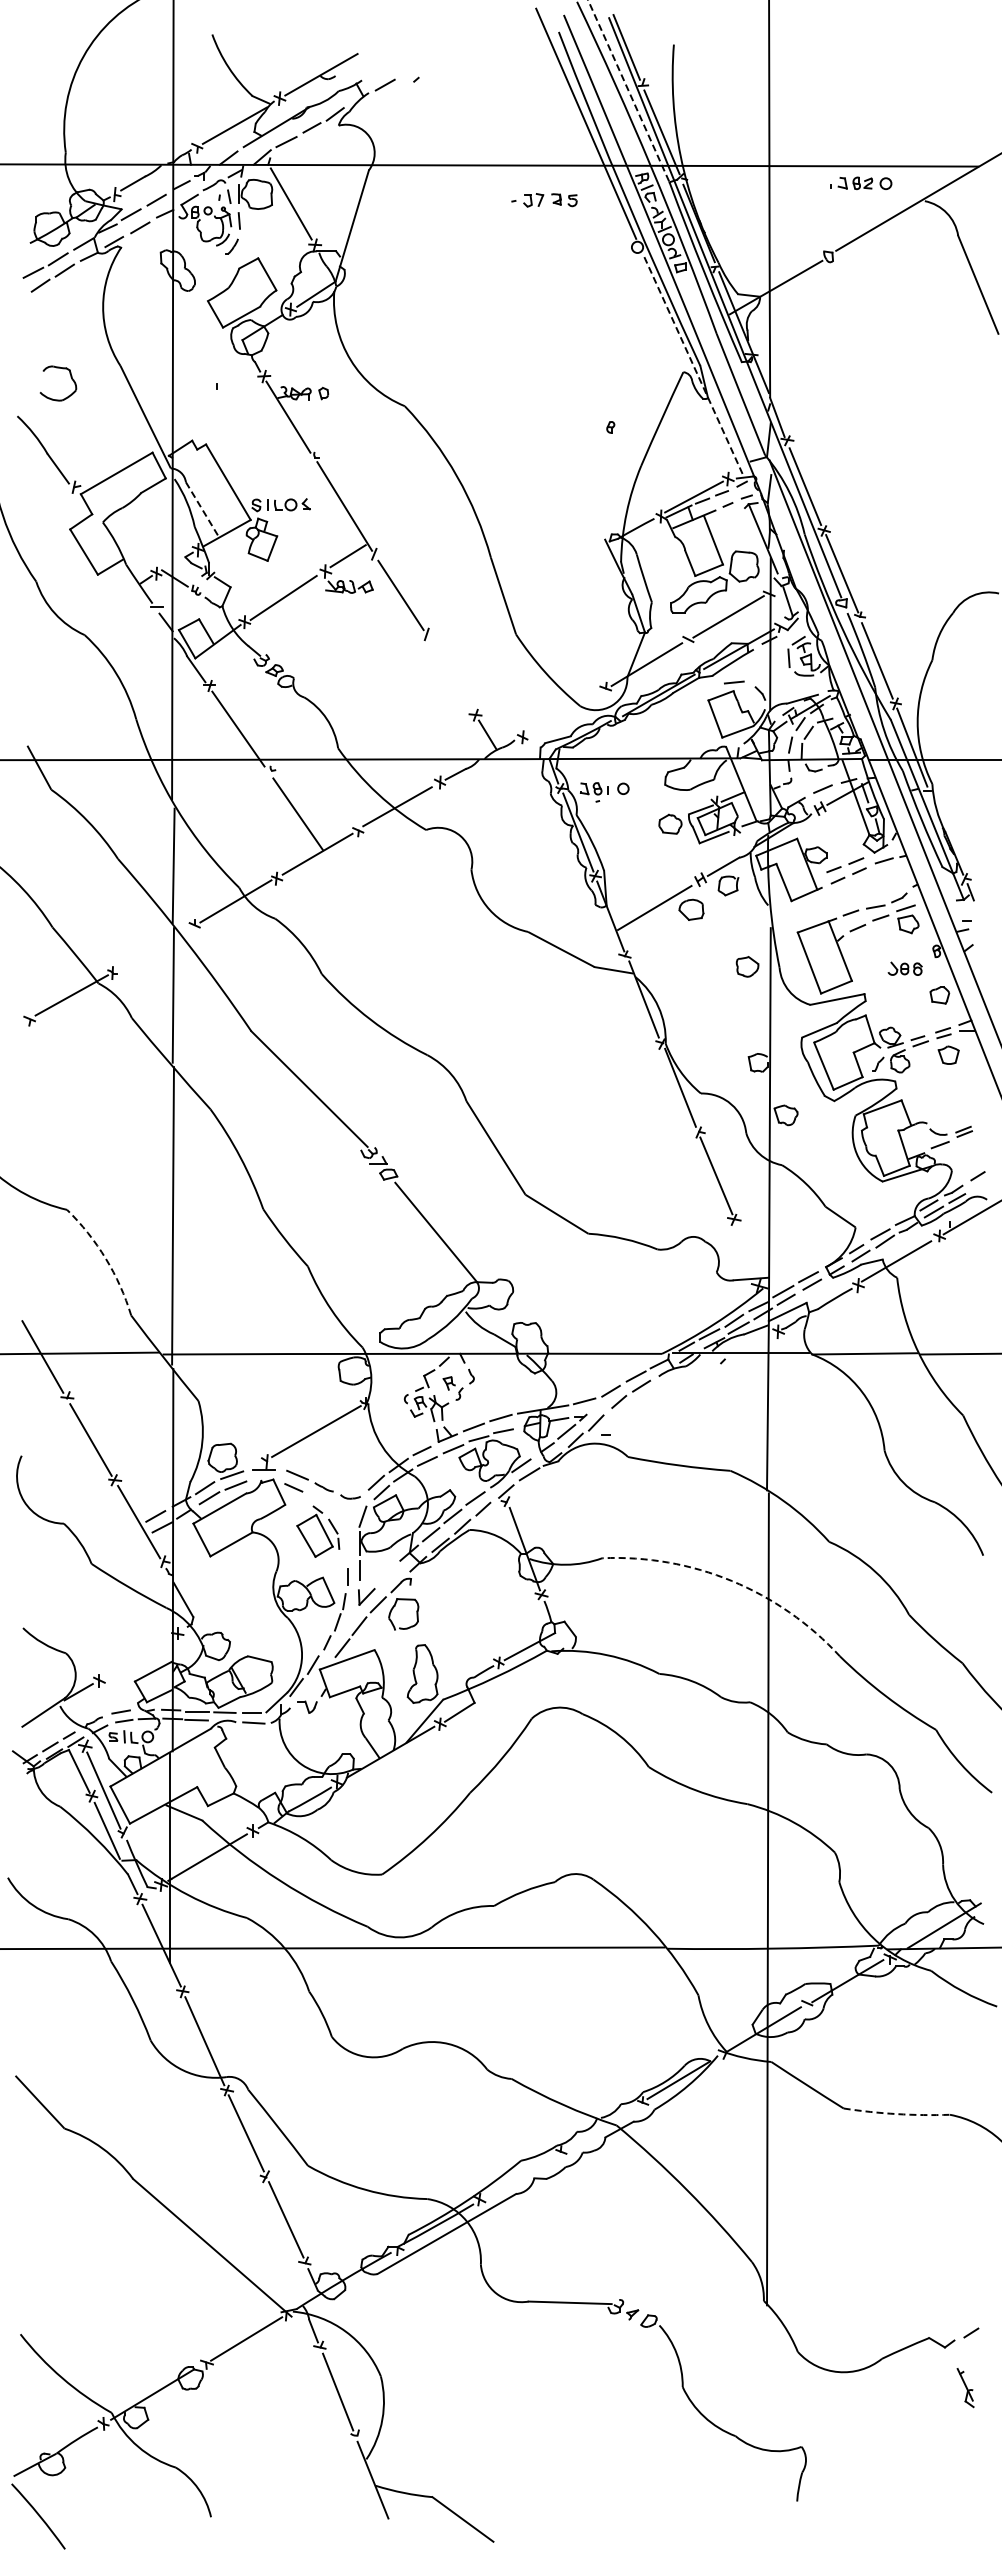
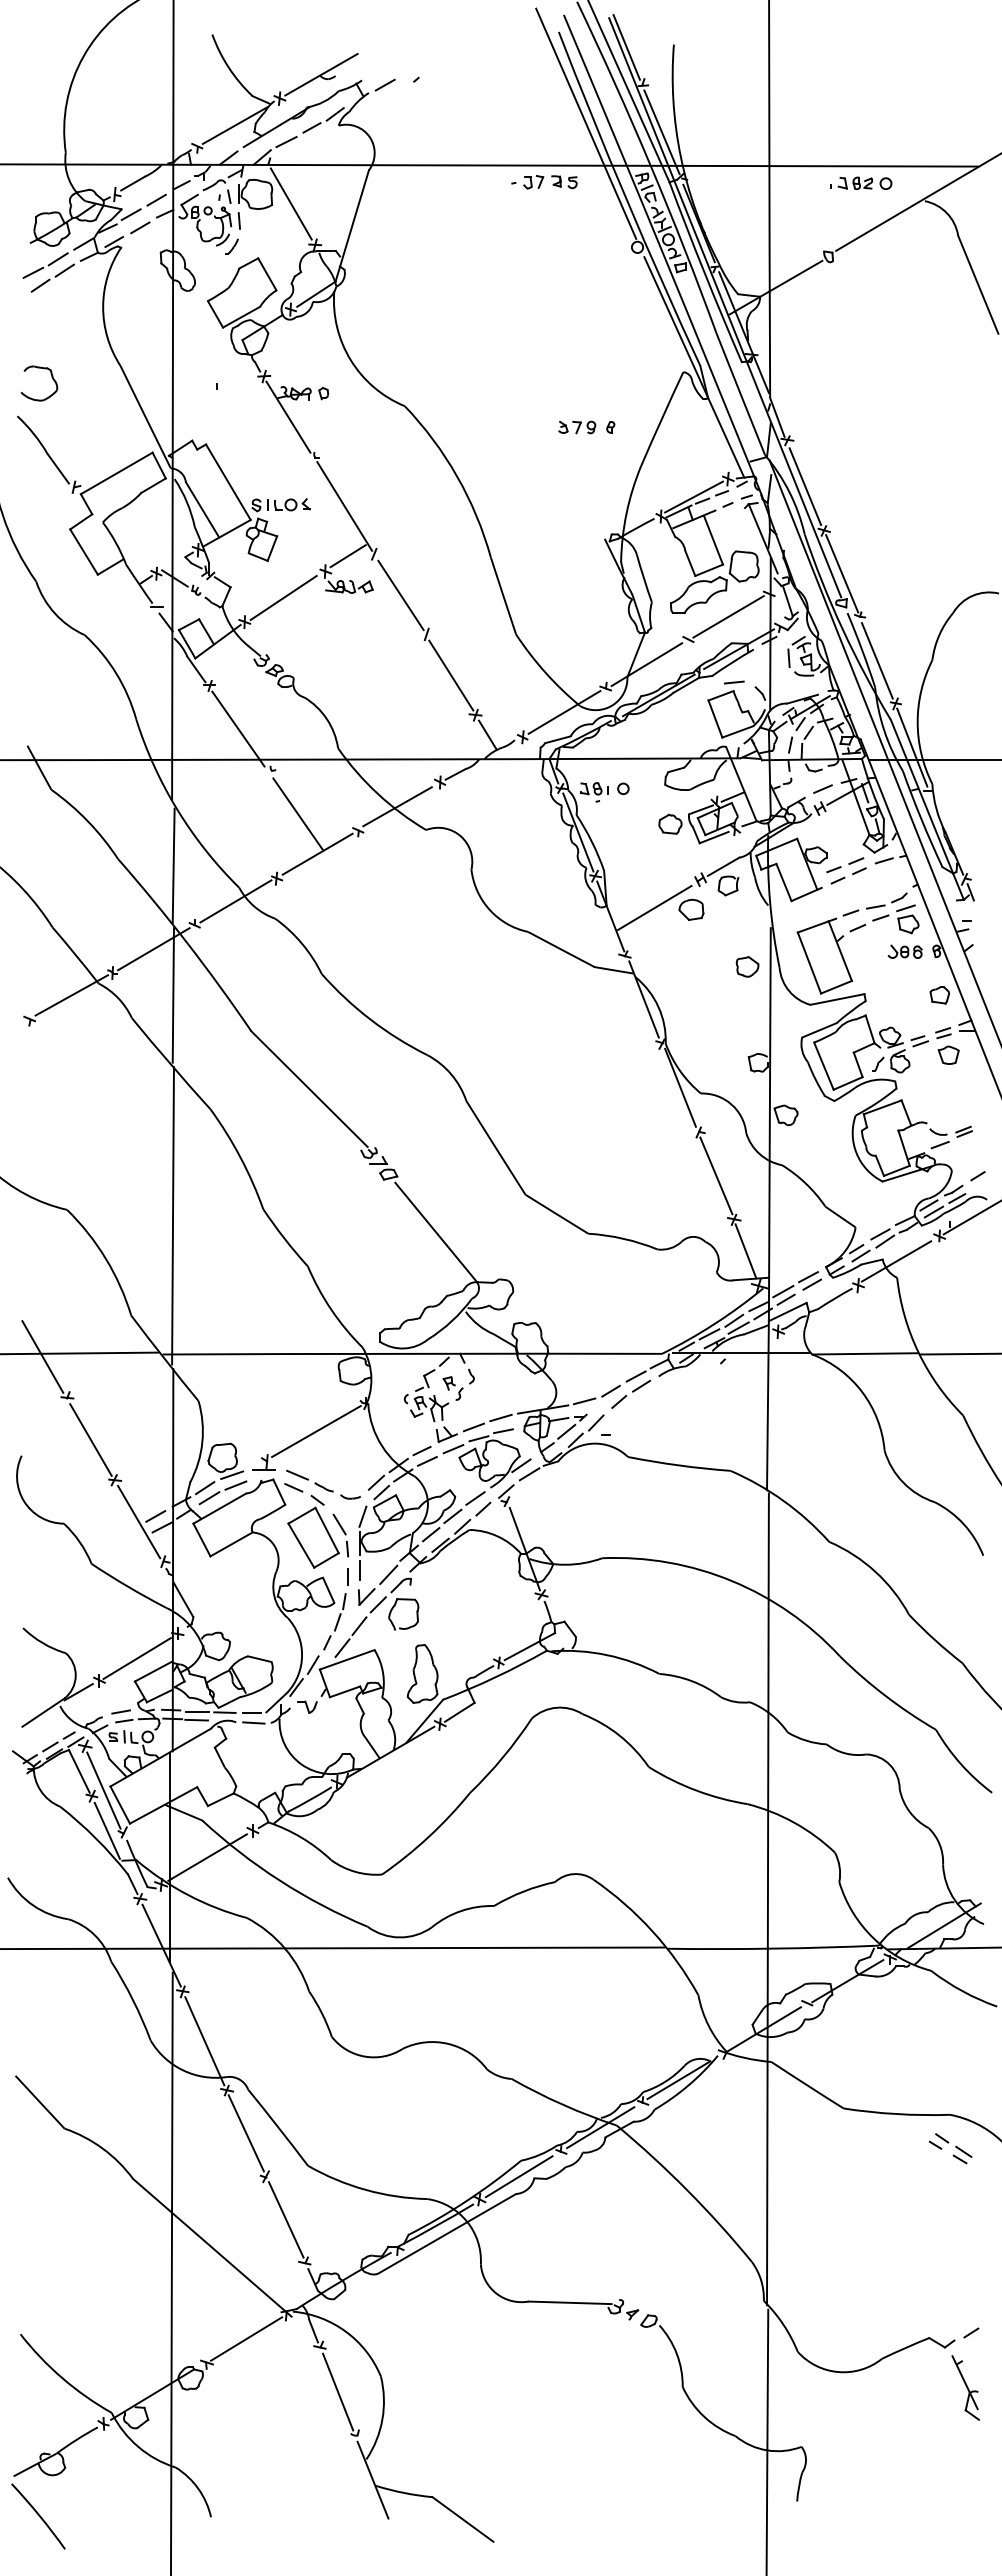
line at (628, 91): dashed -> solid
part at (544, 200) position: (544, 200) -> (544, 182)
line at (694, 367): dashed -> solid
part at (70, 377) position: (70, 377) -> (51, 377)
part at (577, 427): none -> present
line at (202, 510): dashed -> solid
line at (451, 675): none -> present
line at (564, 712): none -> present
line at (153, 949): none -> present
part at (904, 968) position: (904, 968) -> (904, 951)
line at (745, 1251): none -> present
arc at (105, 1258): dashed -> solid
part at (318, 1531) size: 45x53 px -> 63x75 px
line at (388, 1574): none -> present
arc at (731, 1581): dashed -> solid
line at (136, 1658): none -> present
arc at (896, 2114): dashed -> solid
line at (600, 2127): none -> present
part at (950, 2148): none -> present
line at (518, 2176): none -> present
line at (171, 2272): none -> present
part at (965, 2388) size: 19x41 px -> 29x66 px
line at (767, 2440): none -> present
